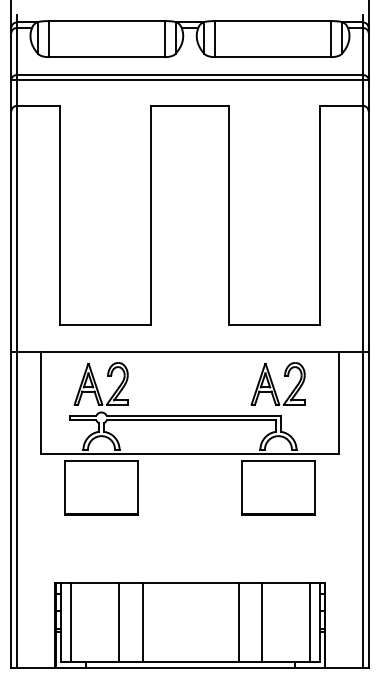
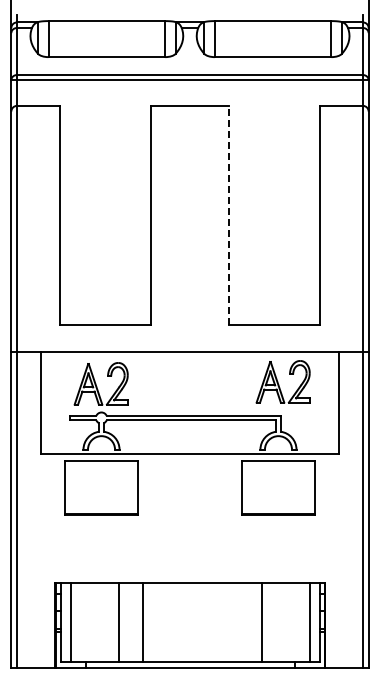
line at (229, 214): solid -> dashed
part at (277, 383) position: (277, 383) -> (282, 381)
line at (238, 621): present -> none
